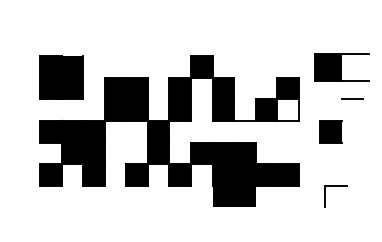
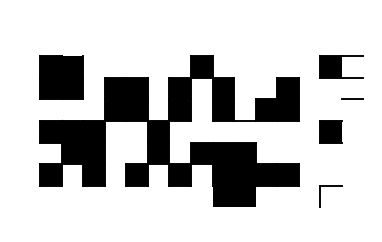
part at (341, 67) size: 56x29 px -> 45x24 px
fill at (287, 110): none -> present
part at (335, 186) position: (335, 186) -> (330, 186)
